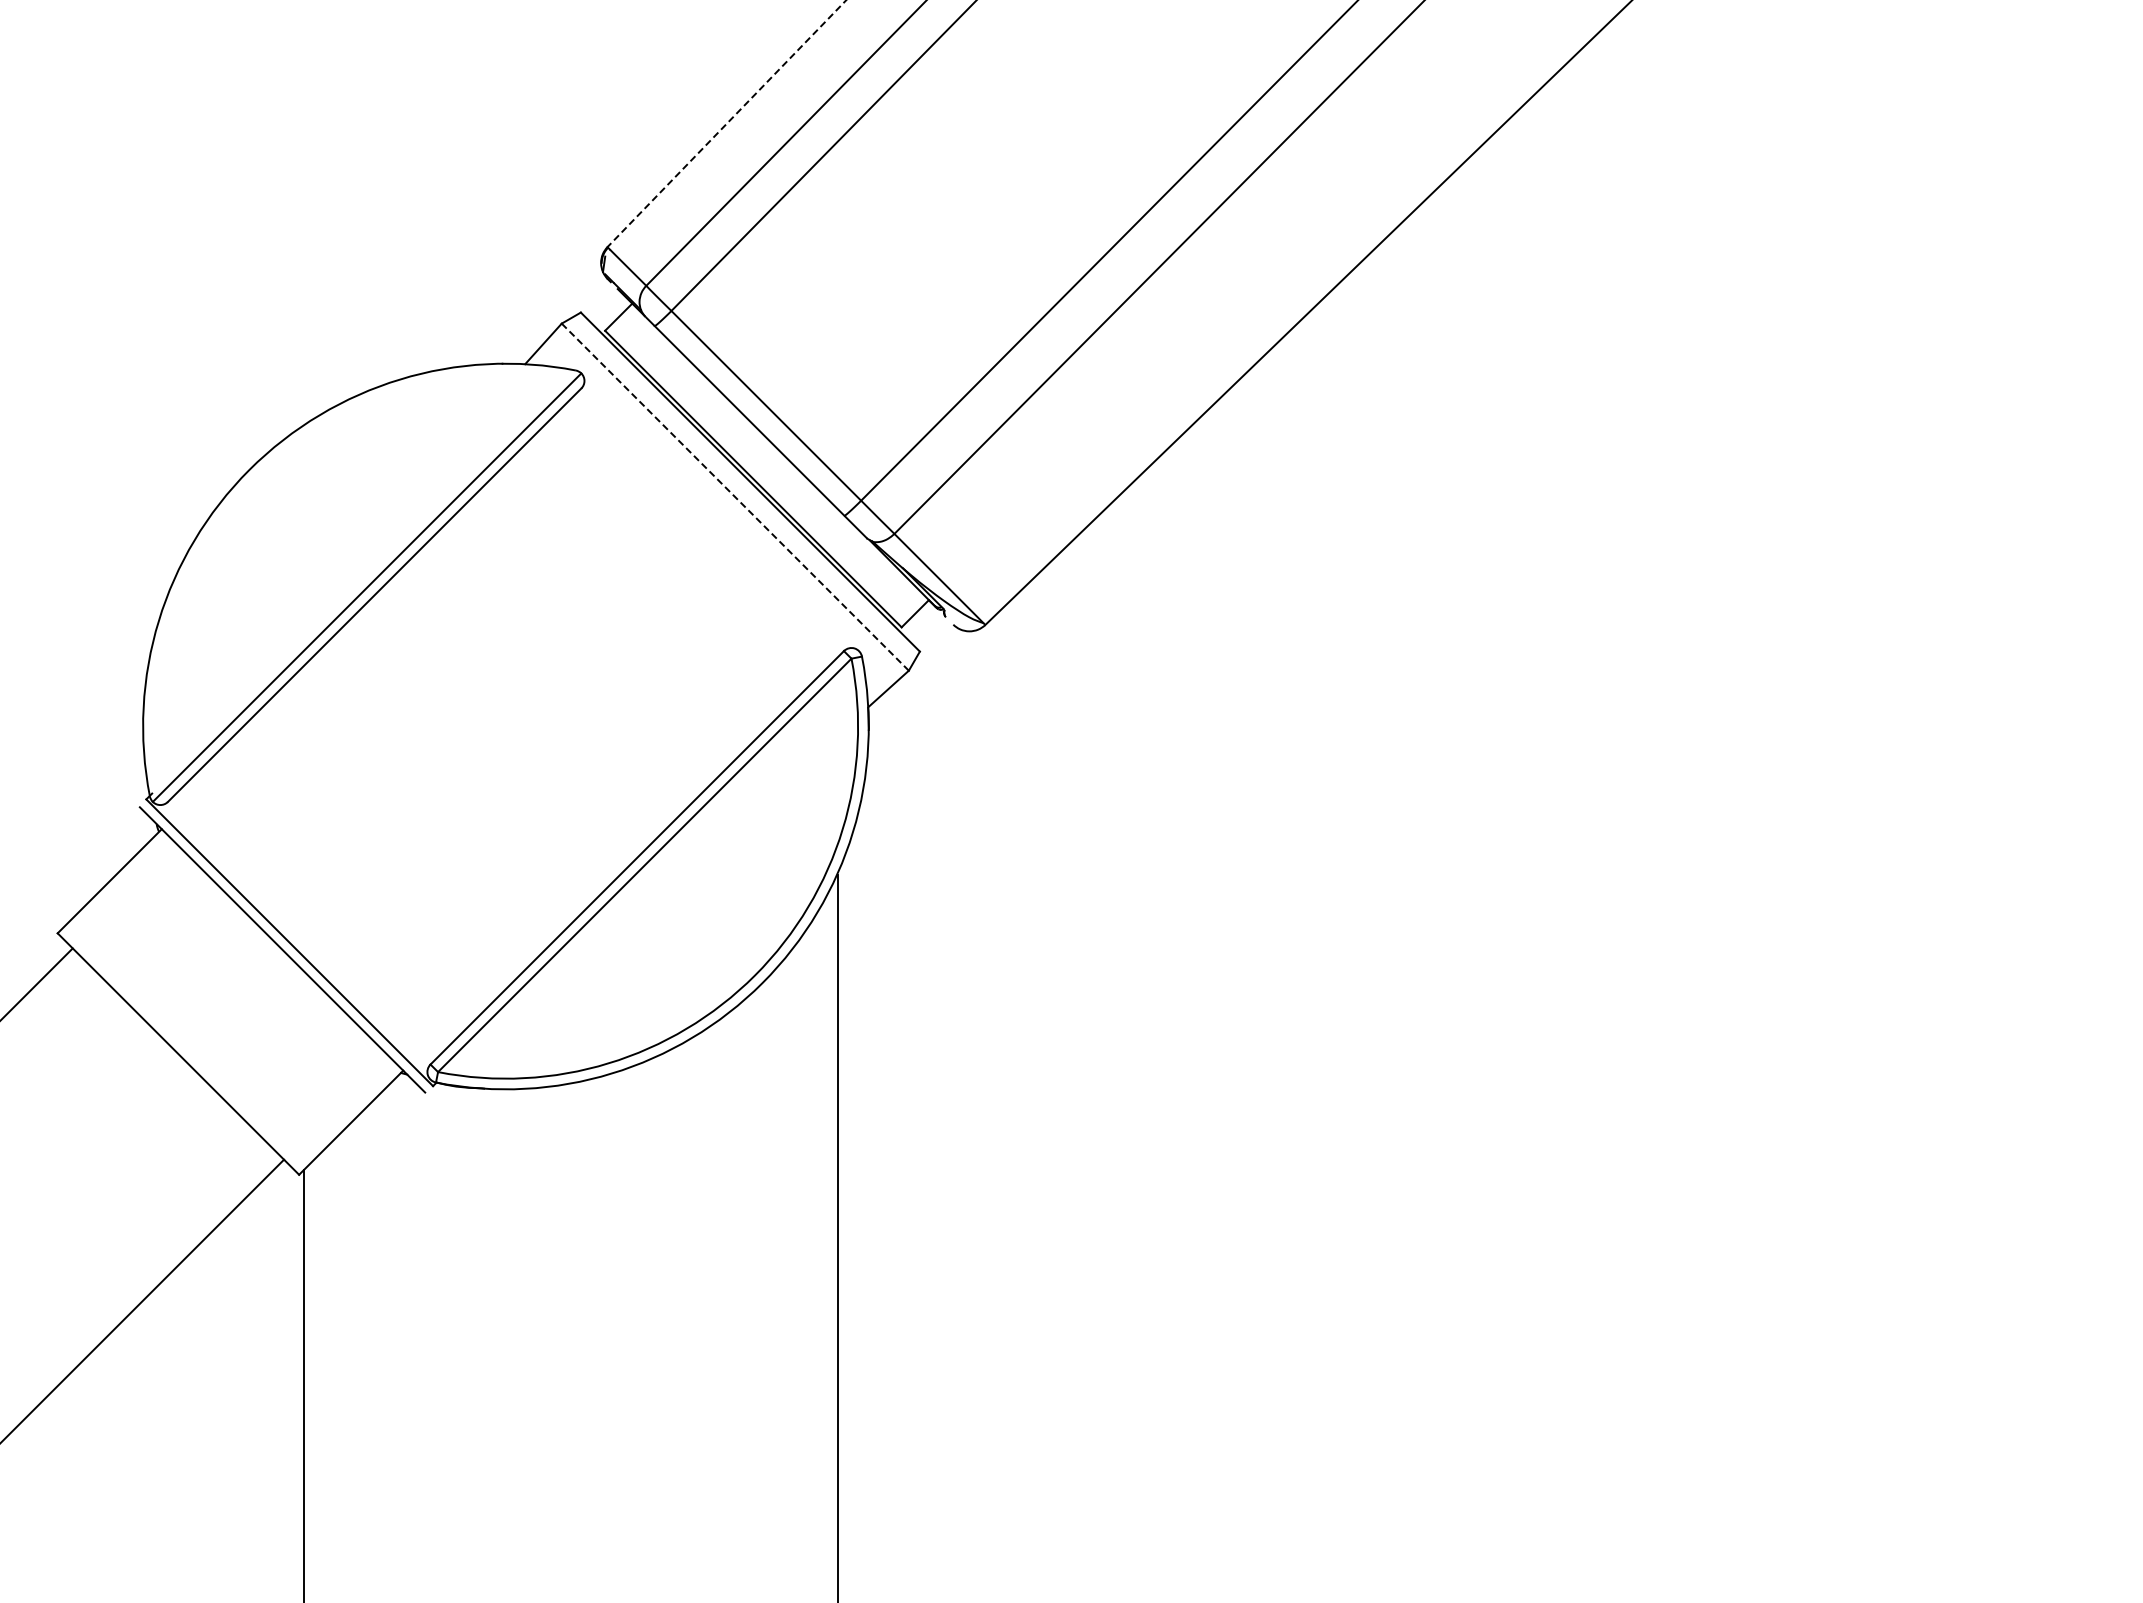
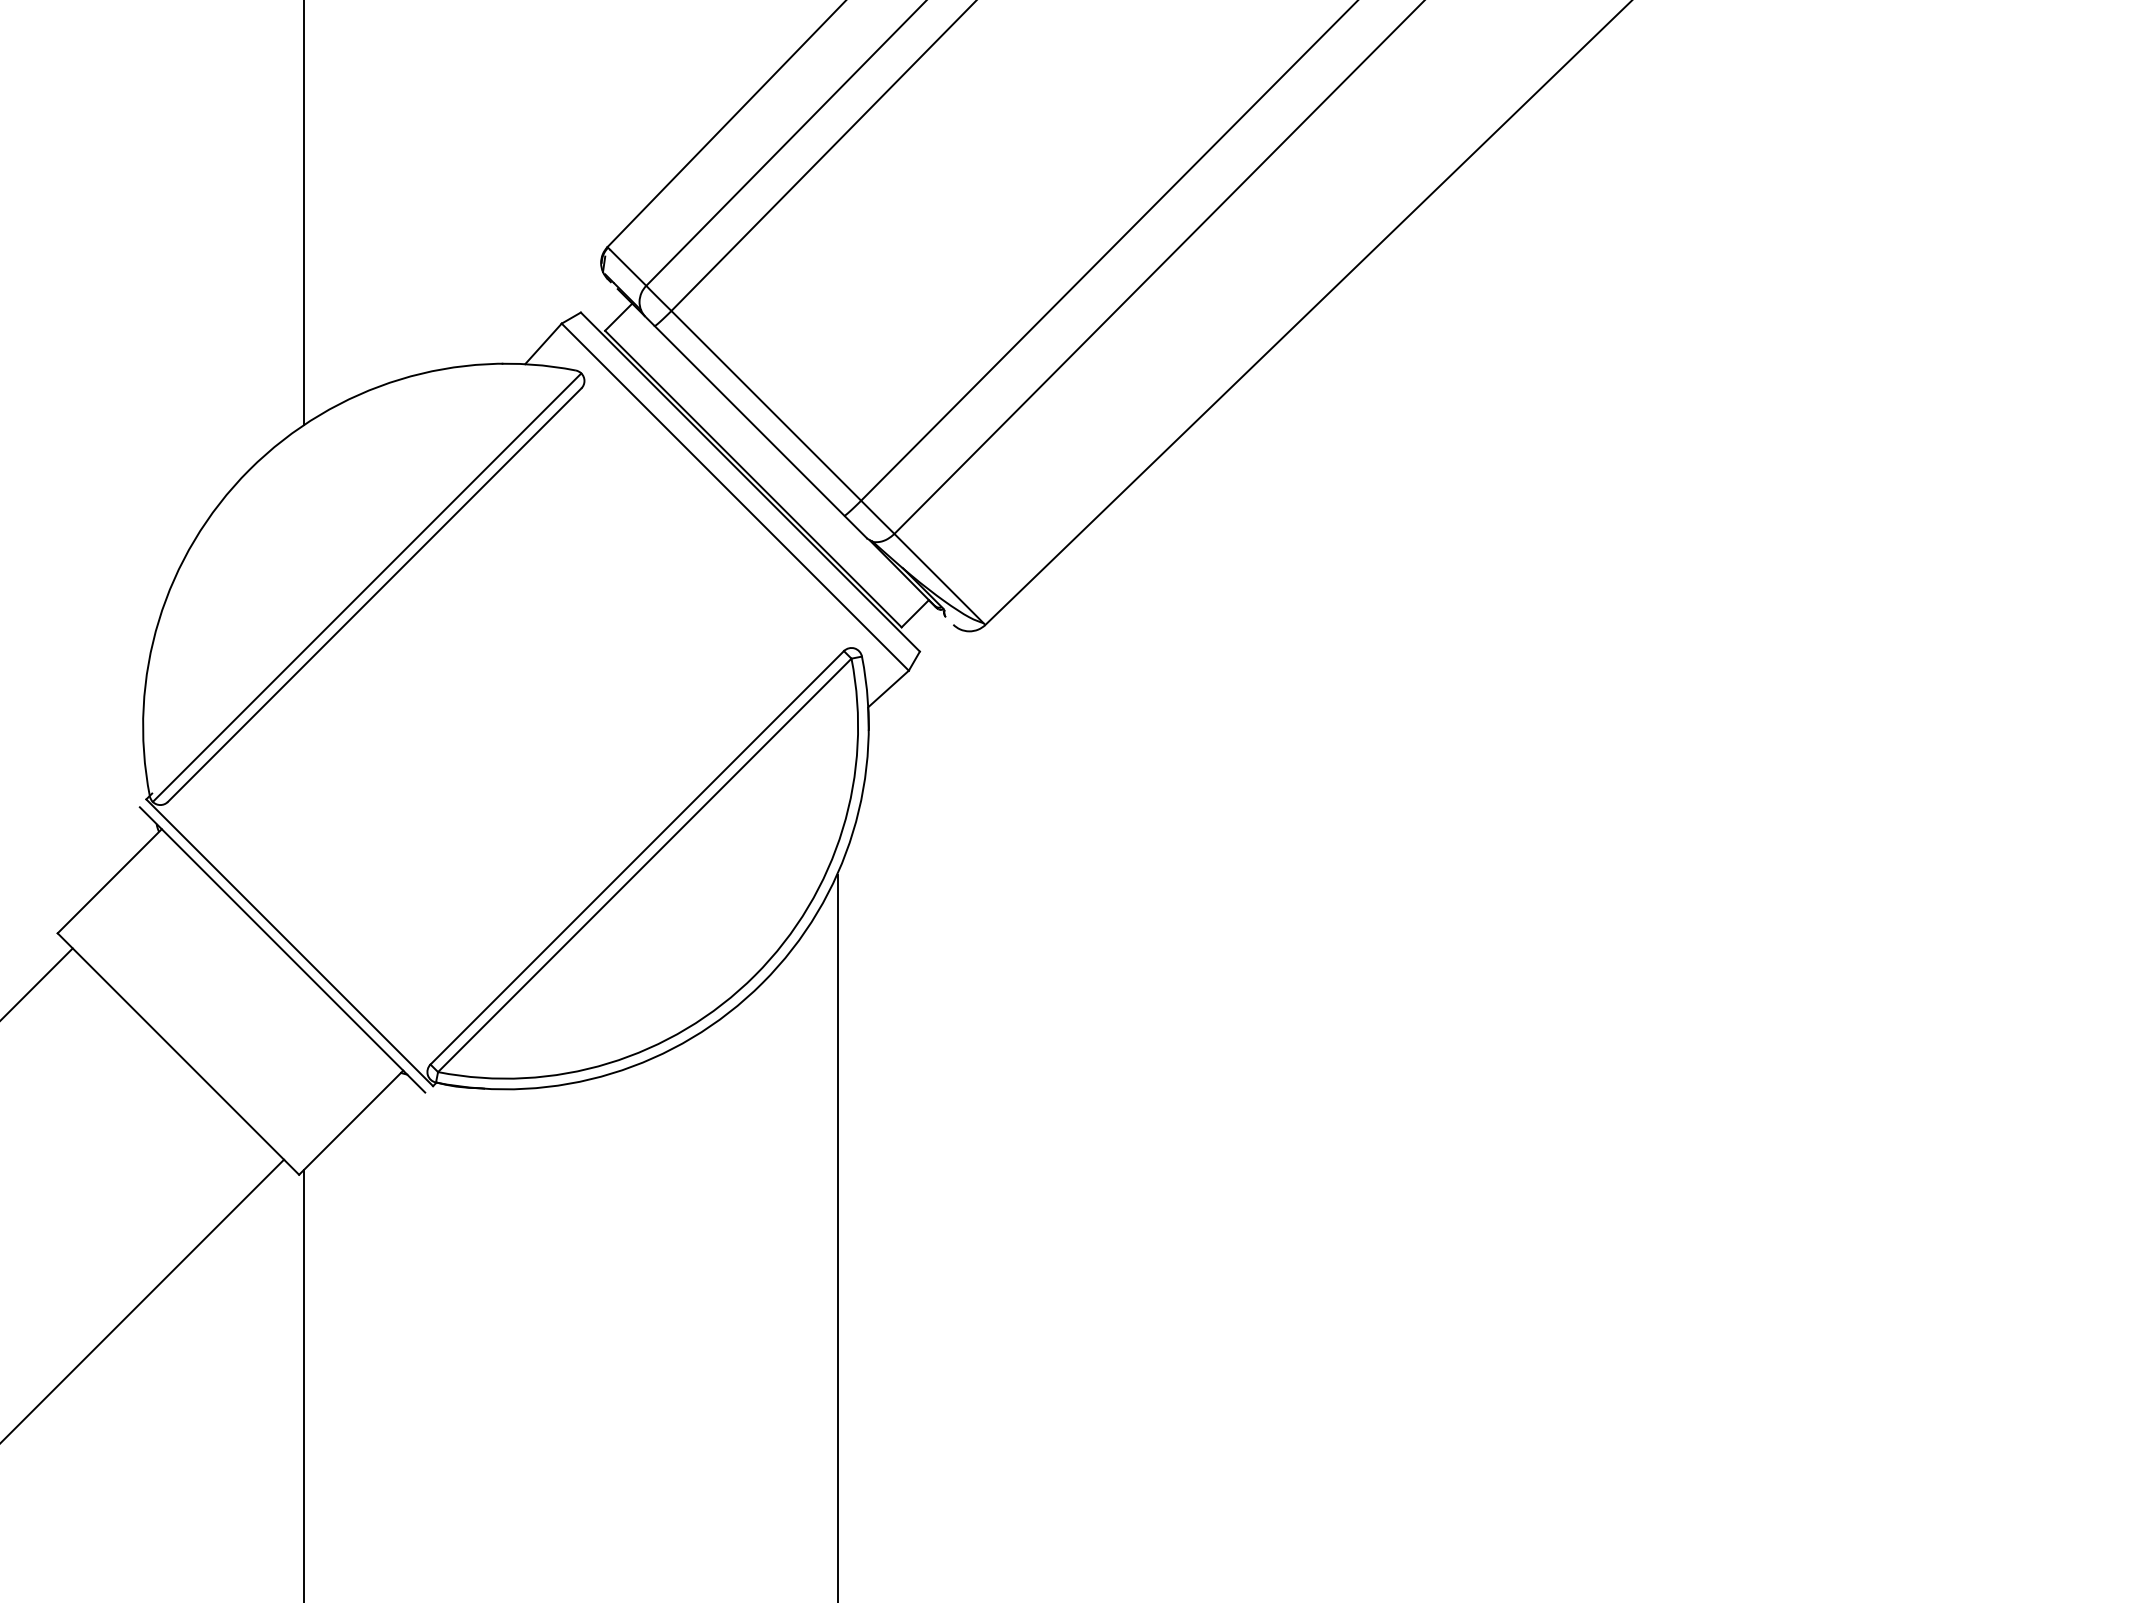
line at (726, 124): dashed -> solid
line at (303, 213): none -> present
line at (735, 497): dashed -> solid
